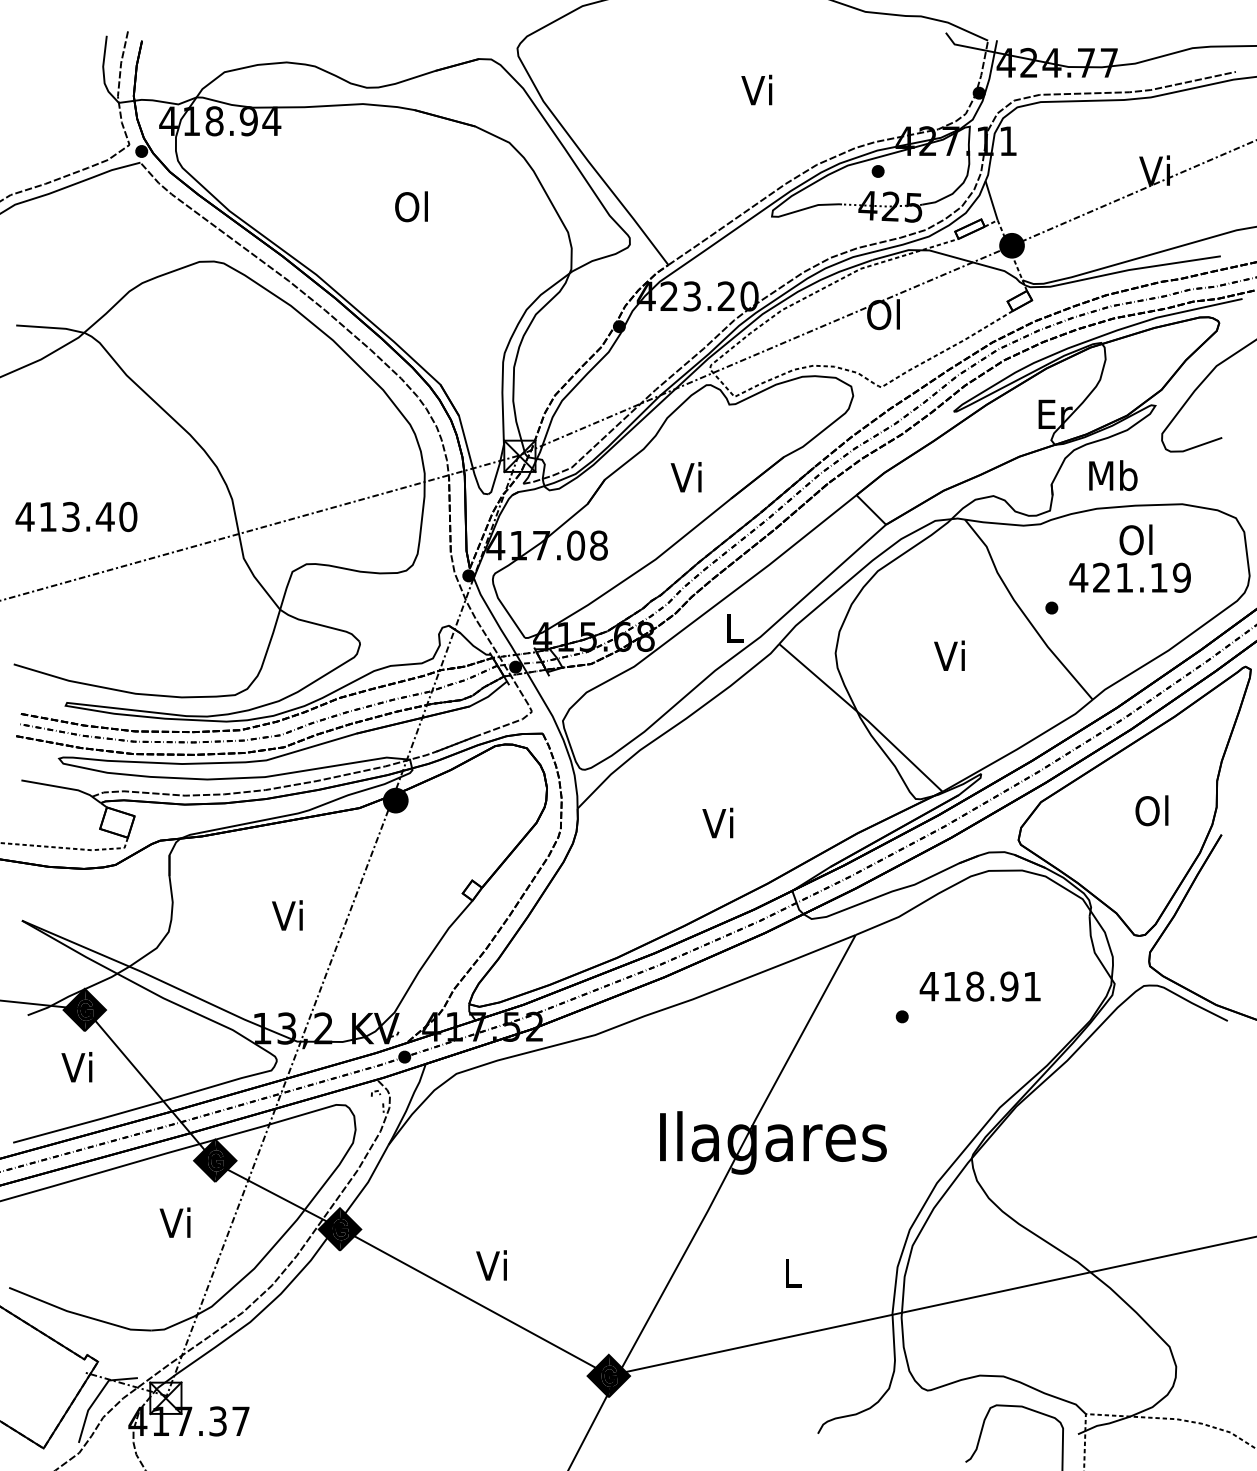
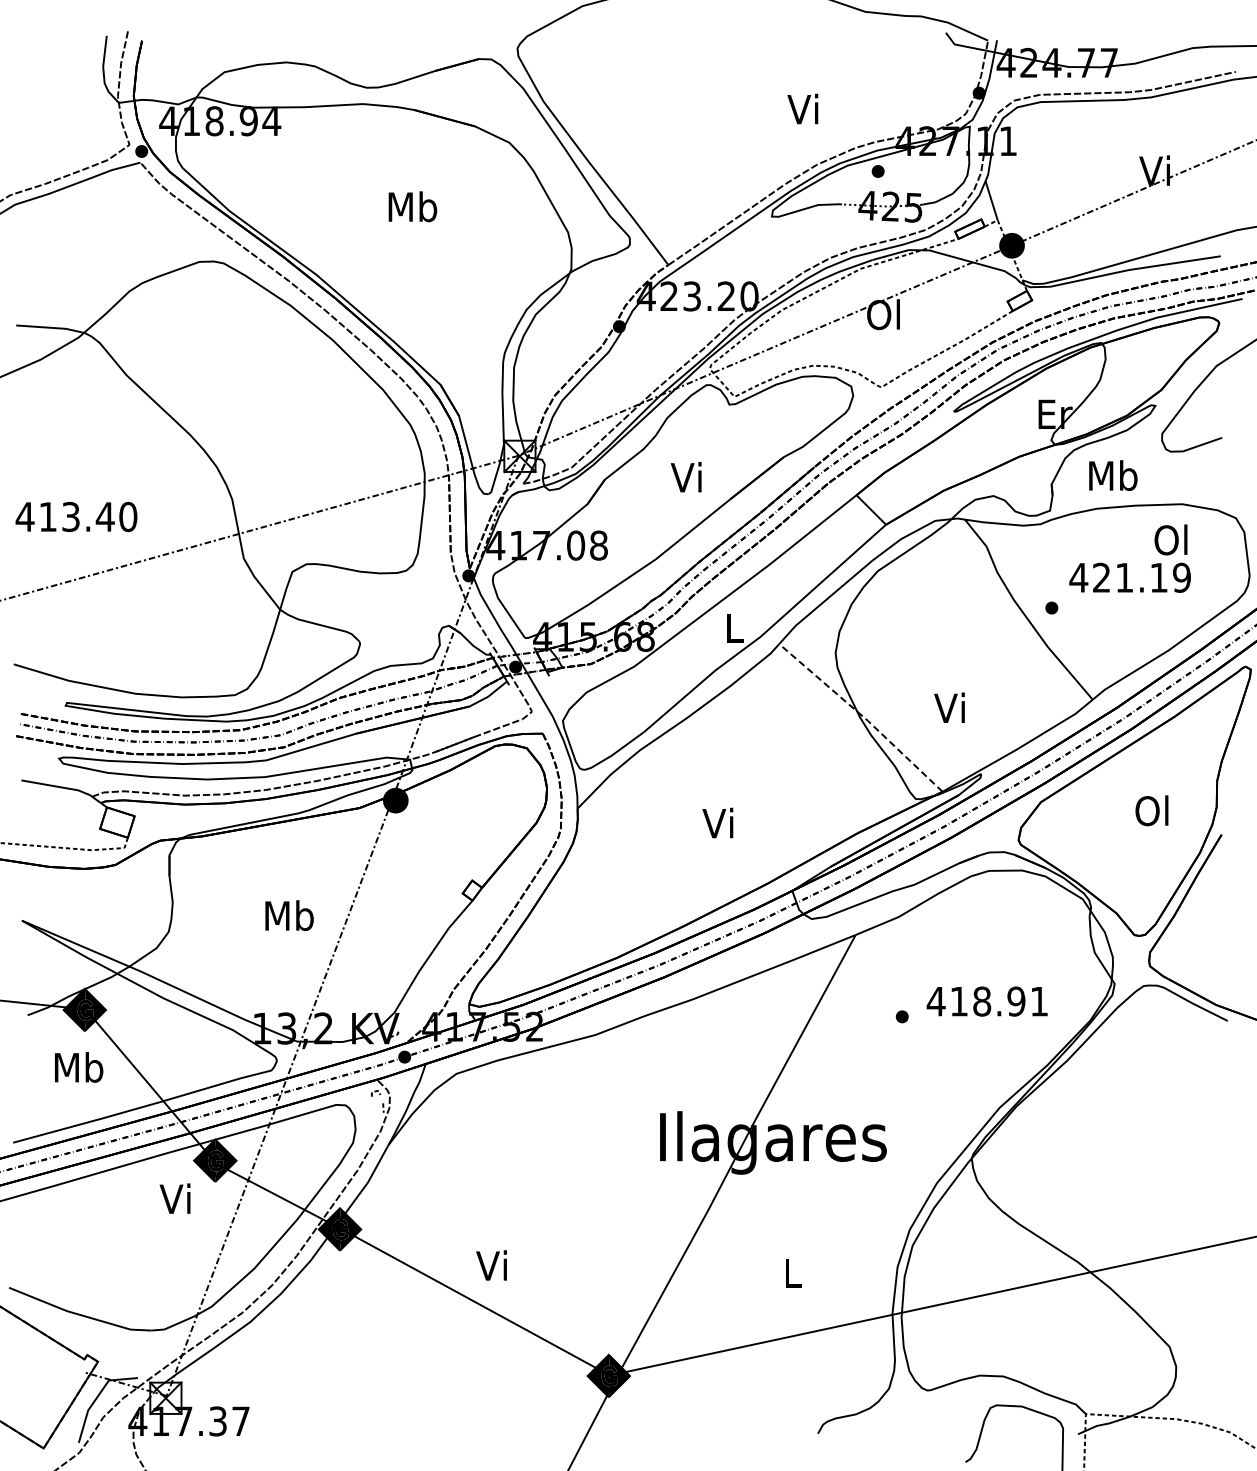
text at (756, 89) position: (756, 89) -> (802, 108)
text at (412, 206): Ol -> Mb
text at (1135, 539) position: (1135, 539) -> (1170, 539)
text at (949, 655) position: (949, 655) -> (949, 707)
line at (862, 716): solid -> dashed
text at (289, 915): Vi -> Mb
text at (979, 986) position: (979, 986) -> (986, 1001)
text at (79, 1067): Vi -> Mb
text at (174, 1222) position: (174, 1222) -> (174, 1198)
